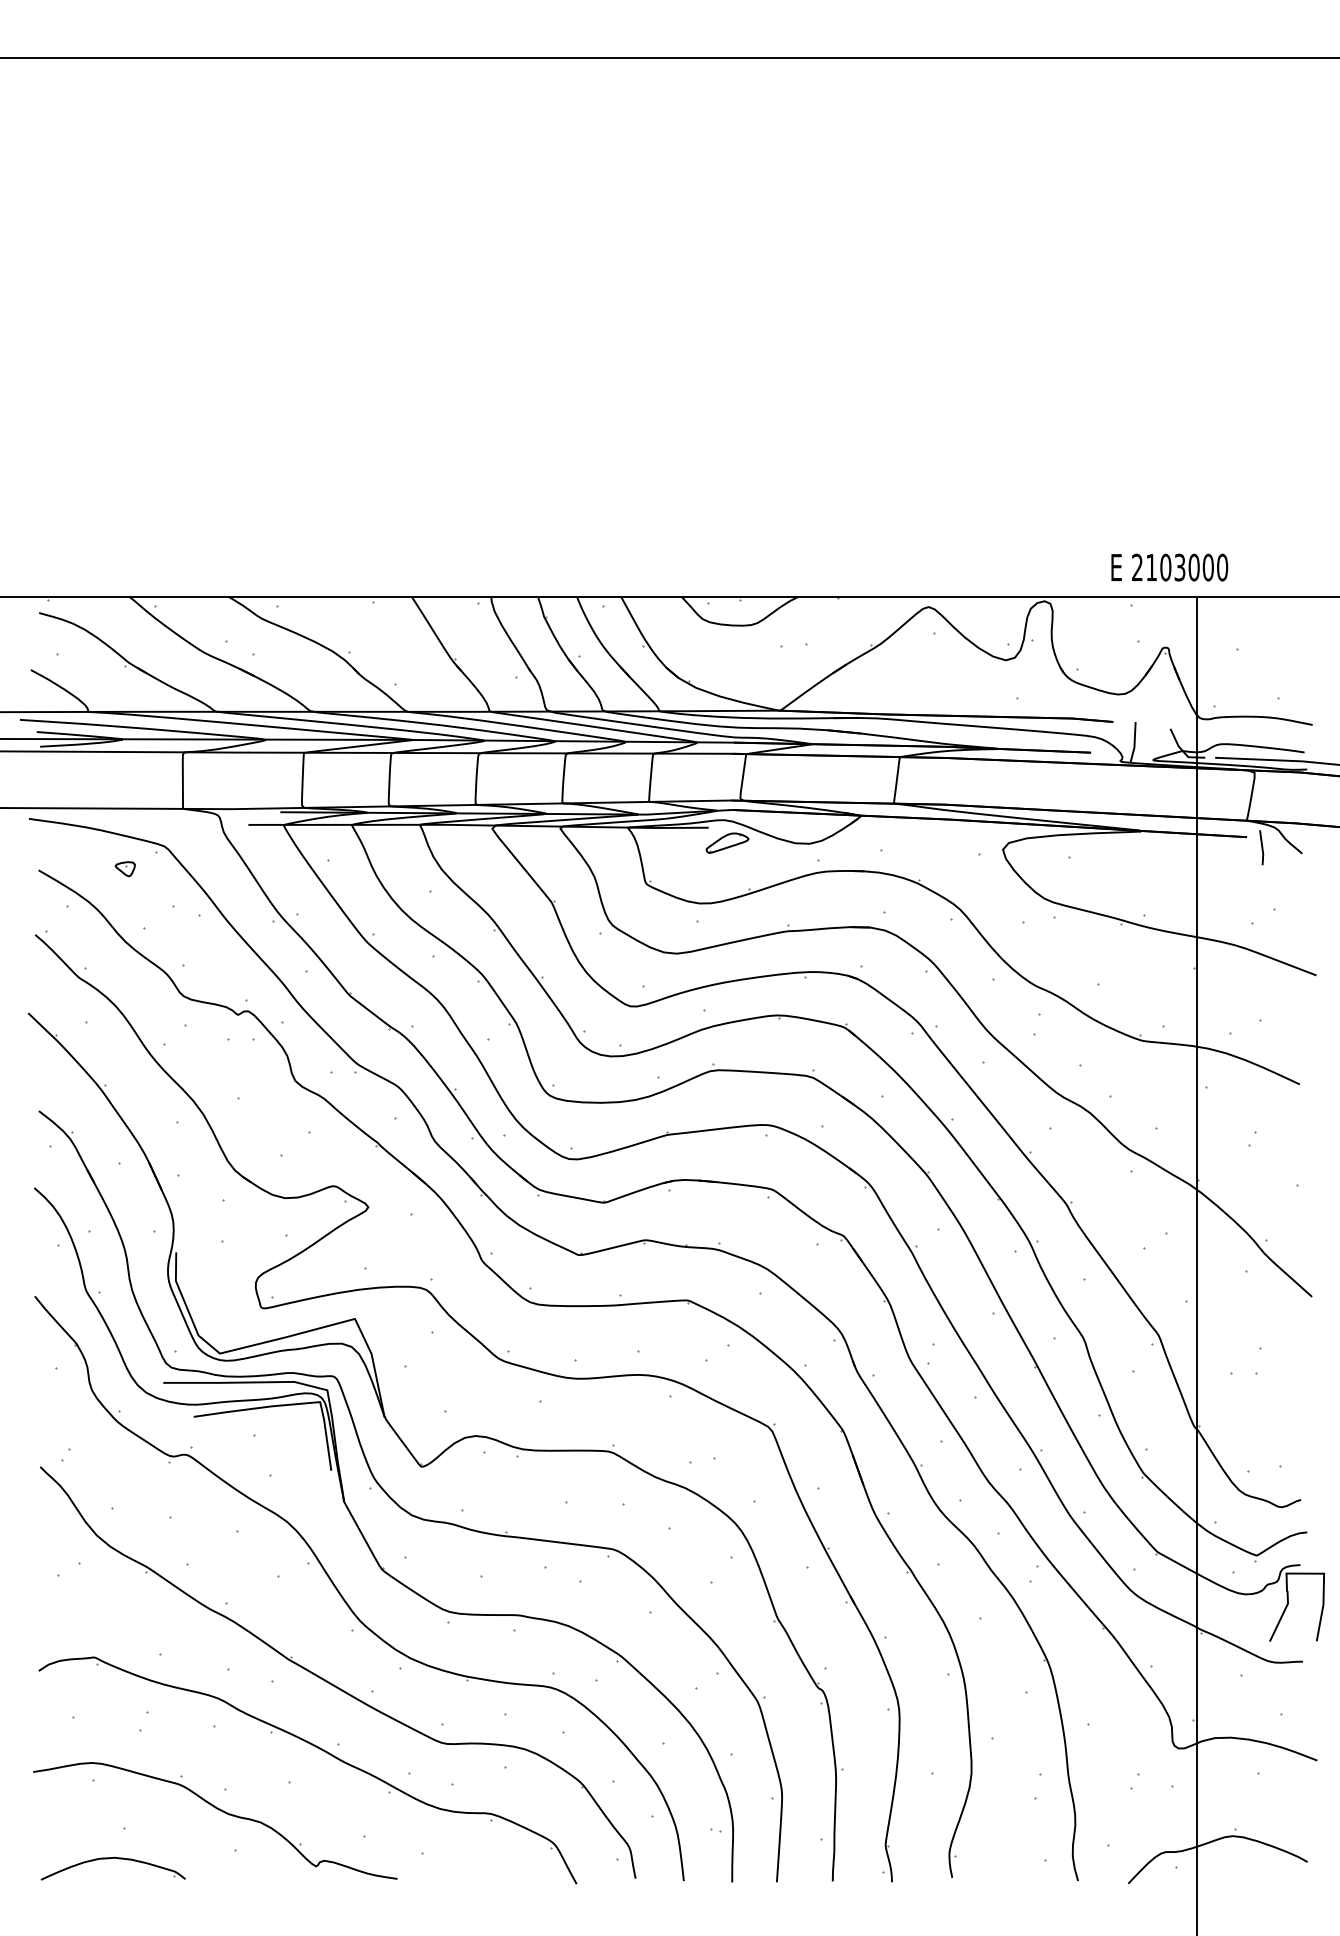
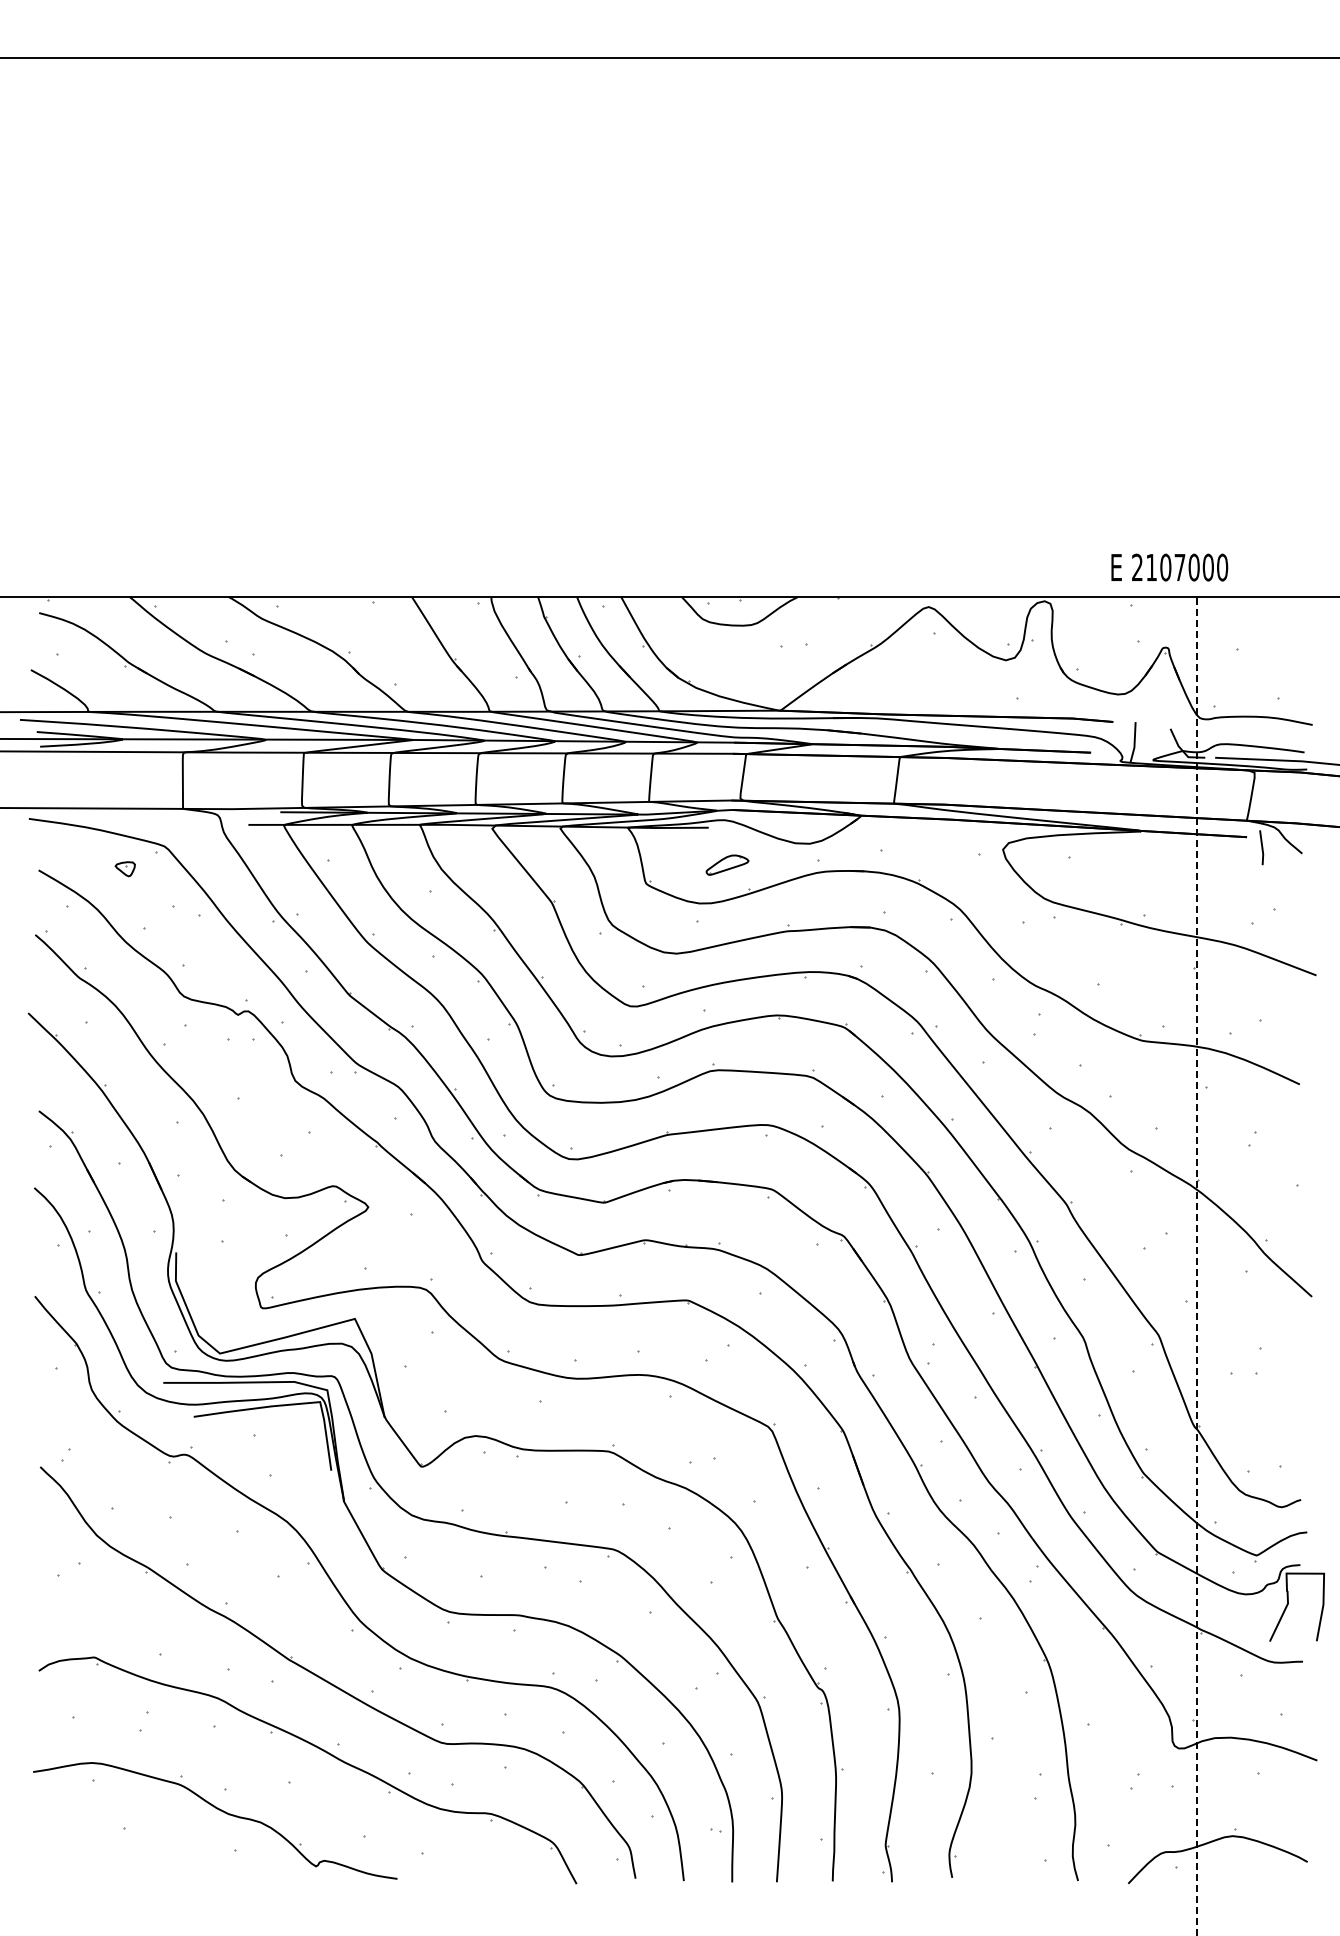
text at (1179, 567): 2103000 -> 2107000
part at (727, 842) position: (727, 842) -> (727, 864)
line at (1197, 1265): solid -> dashed
part at (109, 1859): present -> none
